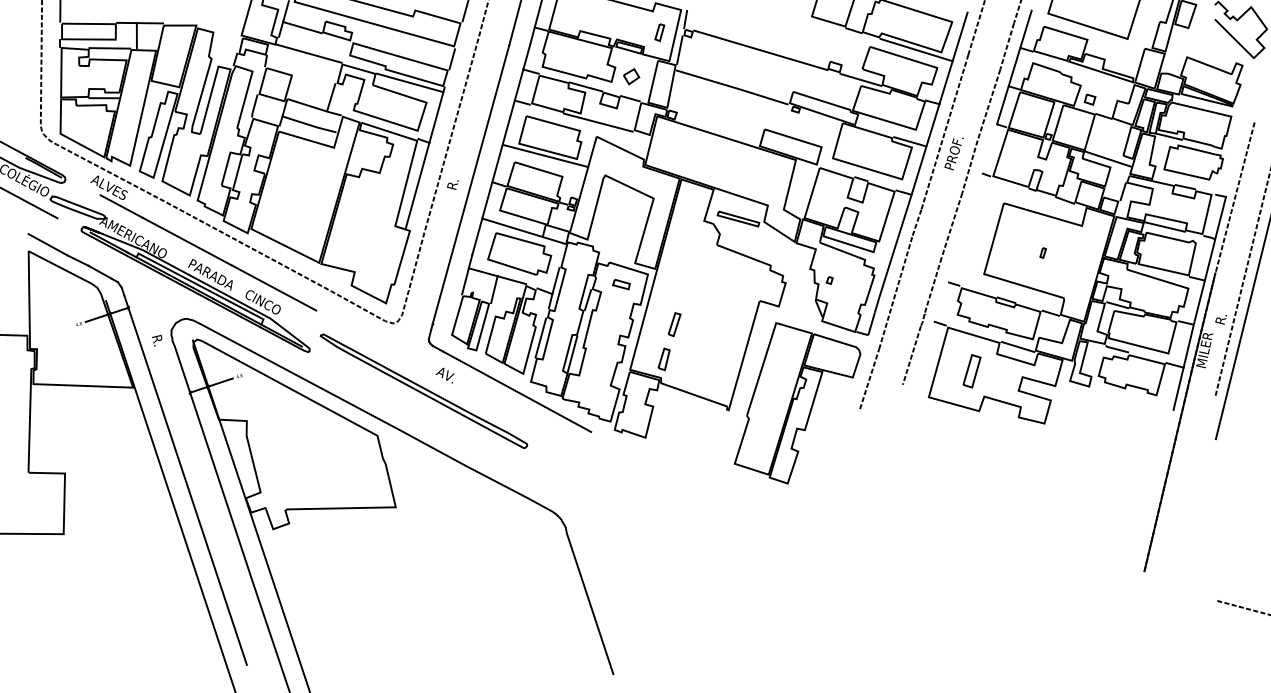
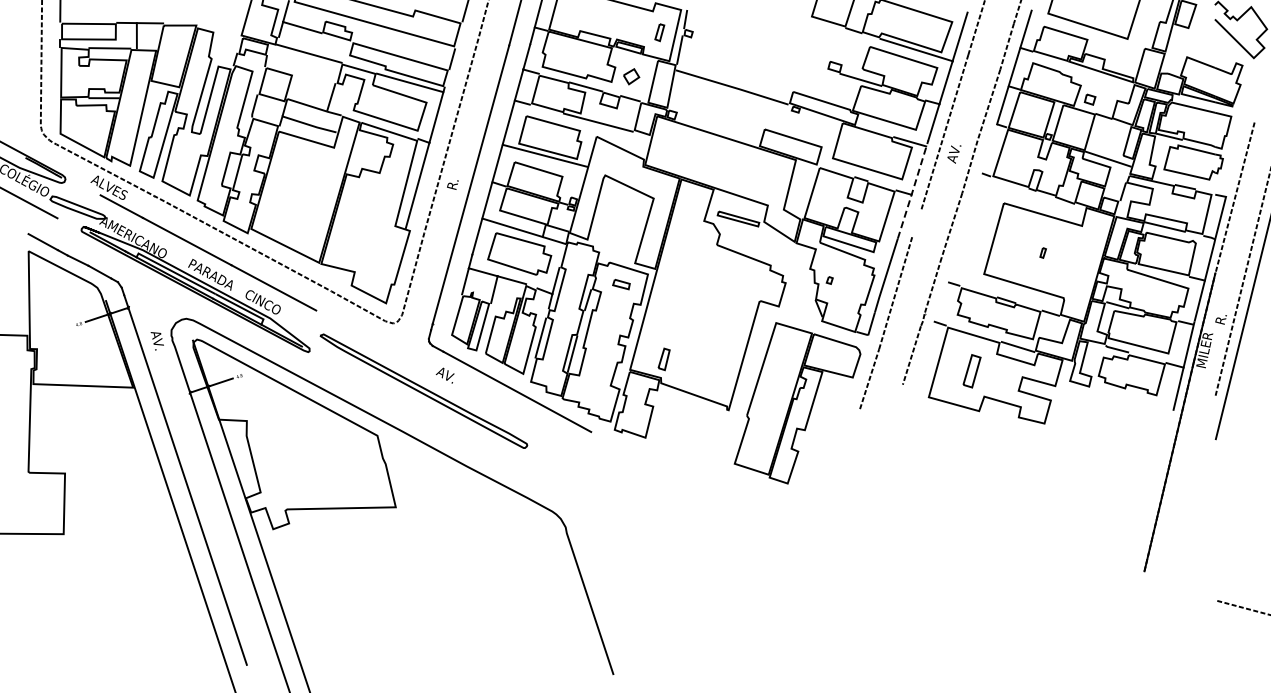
line at (760, 50): present -> none
text at (953, 153): PROF. -> AV.
line at (913, 190): solid -> dashed
line at (916, 222): present -> none
part at (674, 324): present -> none
text at (156, 341): R. -> AV.
